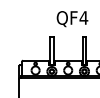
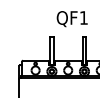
text at (83, 17): QF4 -> QF1
